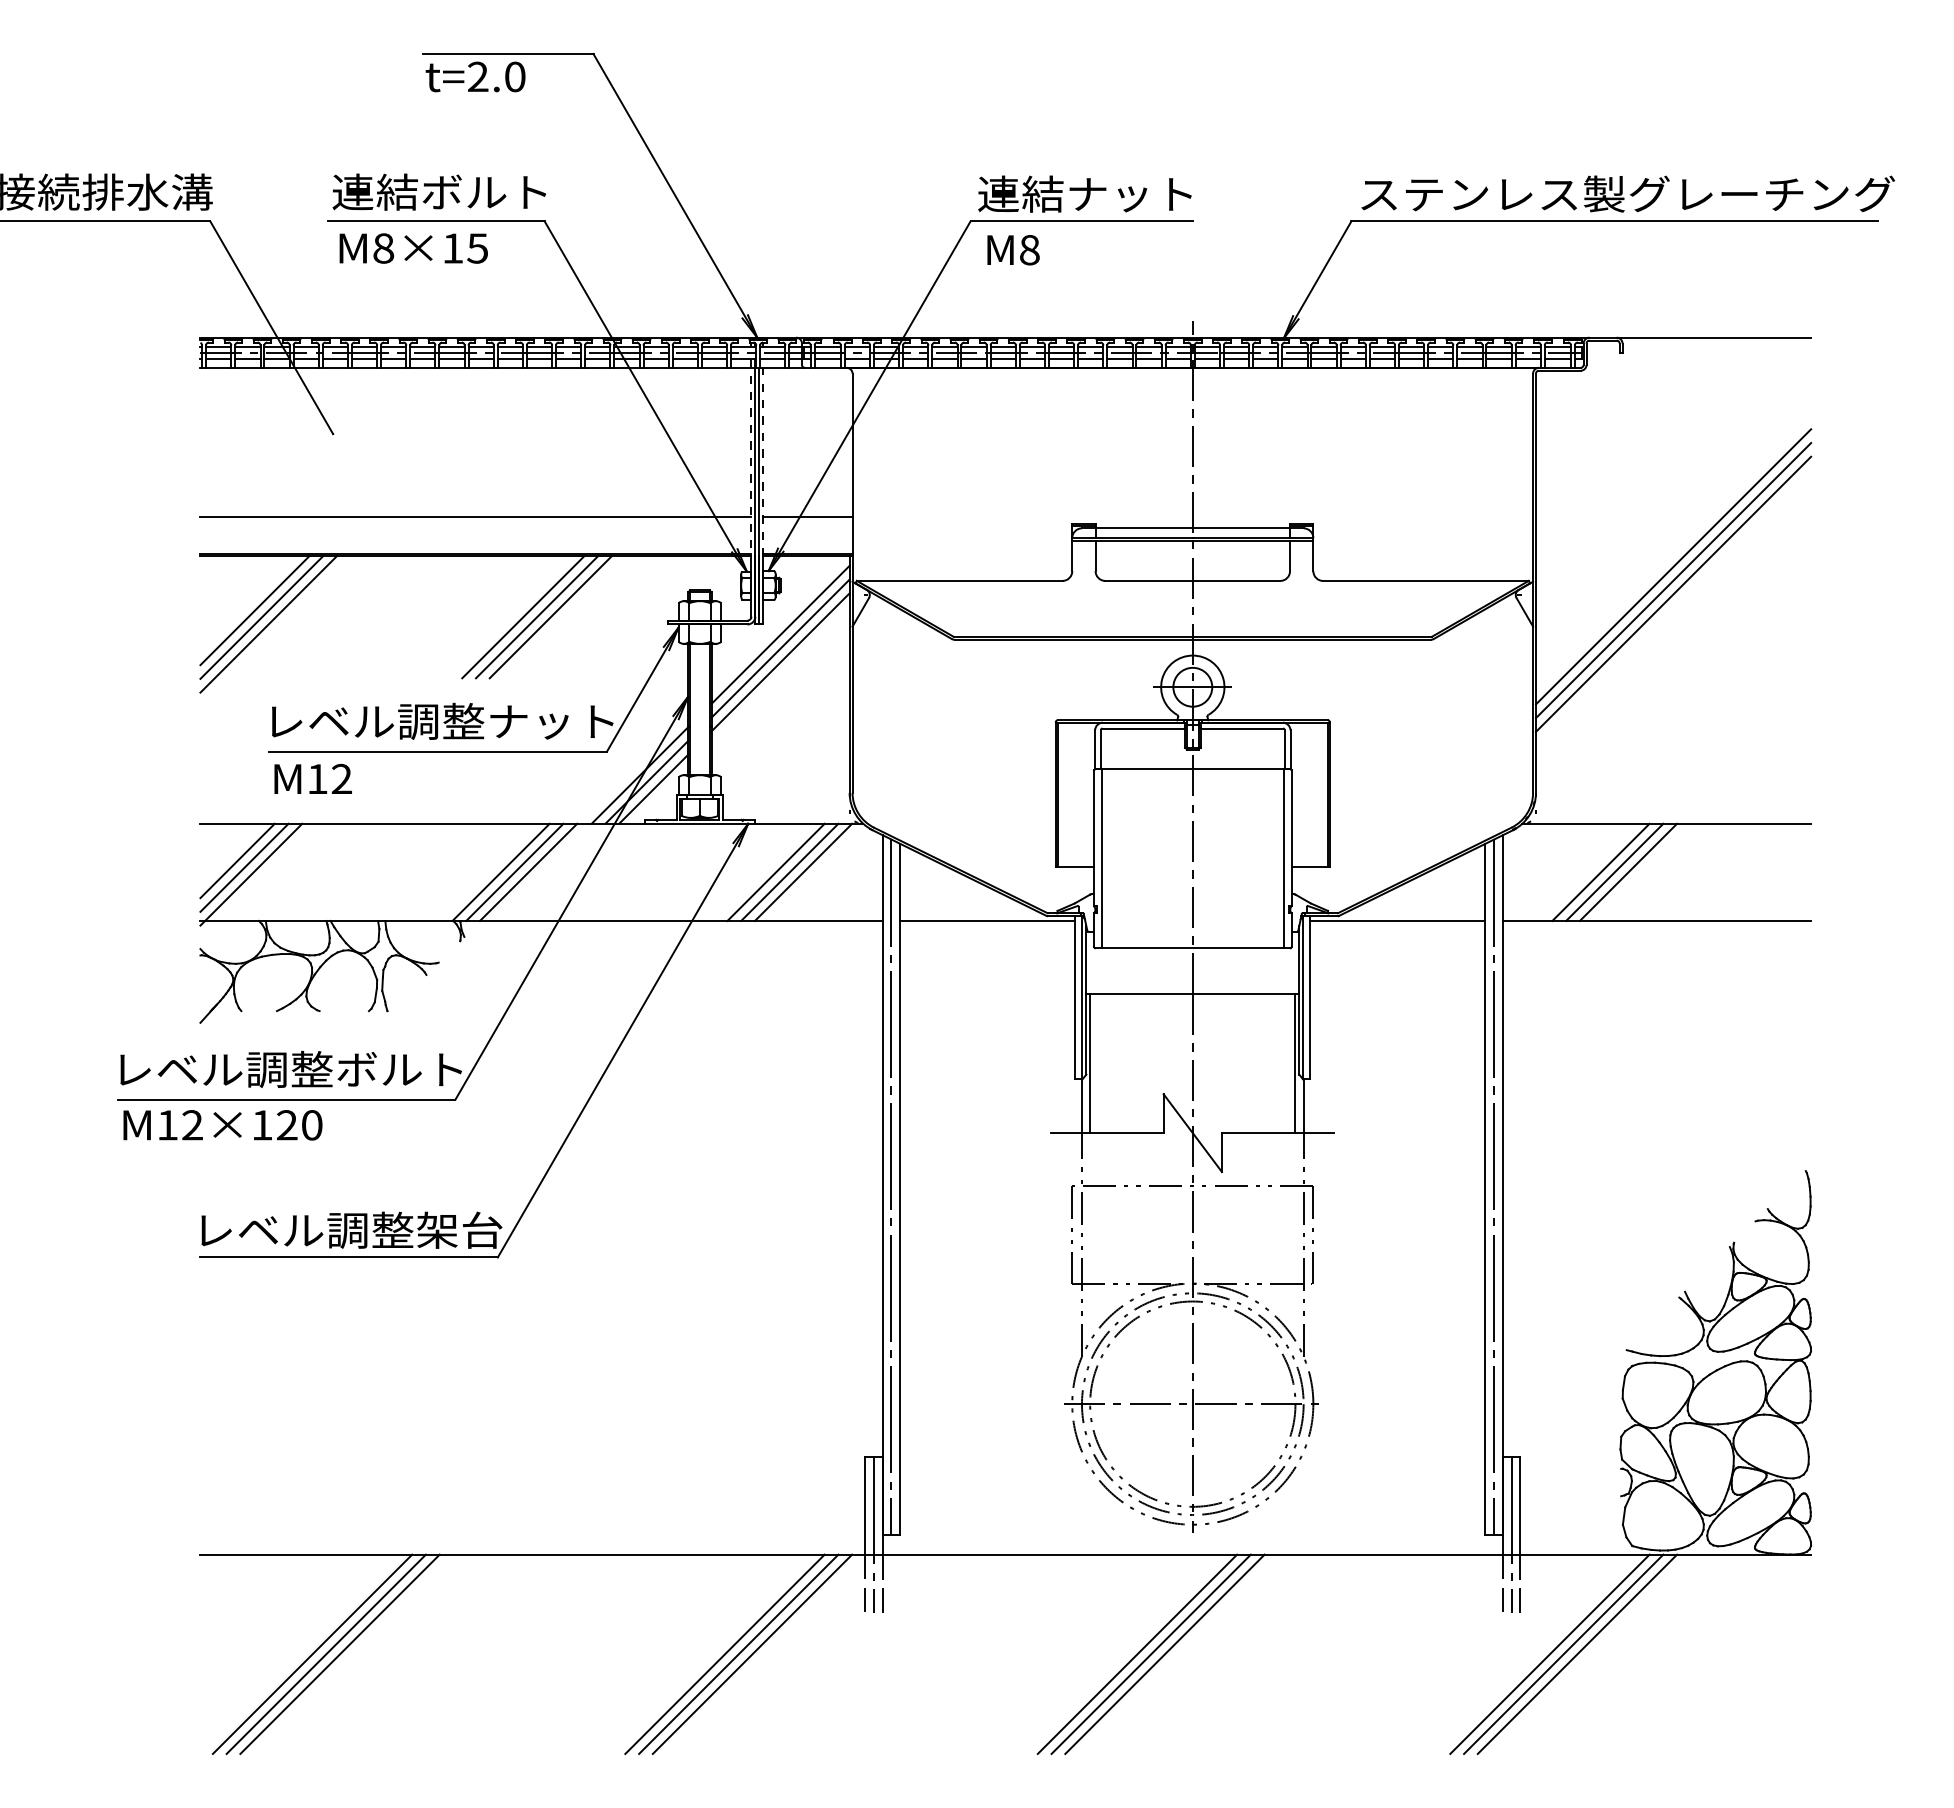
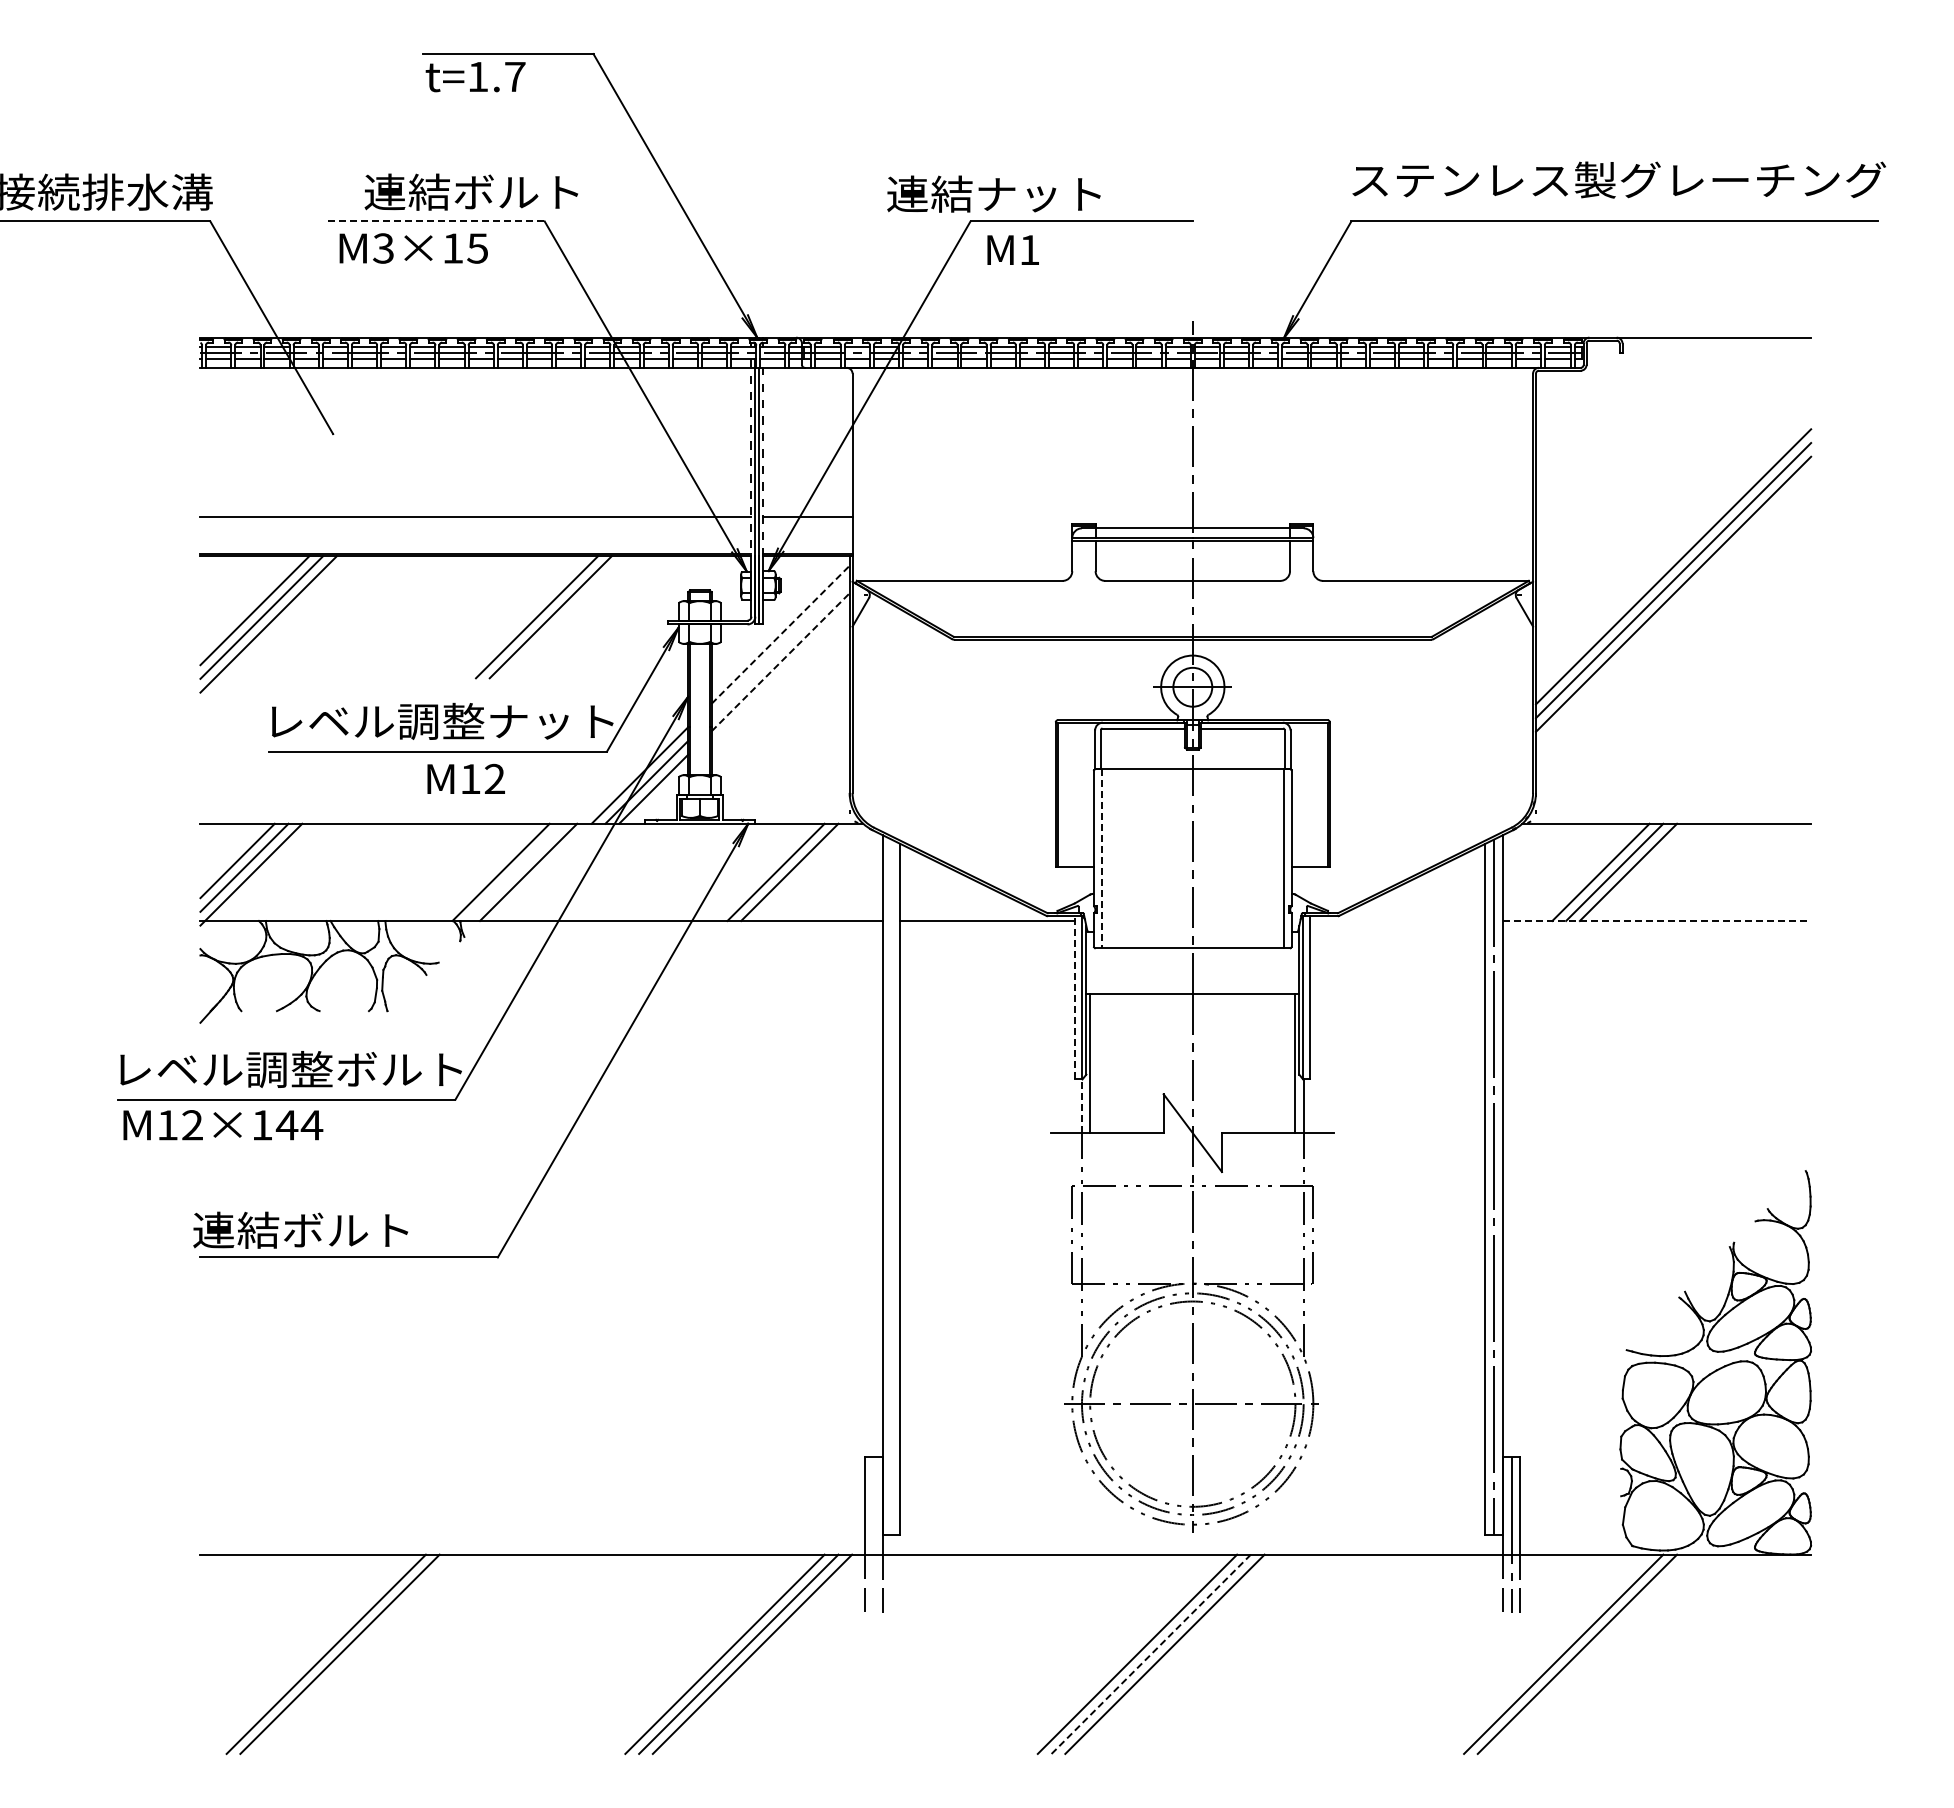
text at (496, 76): t=2.0 -> t=1.7
text at (439, 191) position: (439, 191) -> (471, 191)
text at (1084, 193) position: (1084, 193) -> (993, 193)
text at (1627, 193) position: (1627, 193) -> (1618, 179)
line at (436, 221): solid -> dashed
text at (383, 248): M8×15 -> M3×15
text at (1029, 250): M8 -> M1
line at (523, 617): present -> none
line at (780, 634): solid -> dashed
line at (780, 648): present -> none
line at (780, 662): solid -> dashed
text at (312, 778) position: (312, 778) -> (465, 778)
line at (1101, 859): solid -> dashed
line at (514, 872): present -> none
line at (803, 872): present -> none
line at (1397, 921): present -> none
line at (1657, 921): solid -> dashed
line at (1075, 997): solid -> dashed
line at (1081, 1106): solid -> dashed
text at (299, 1125): M12×120 -> M12×144
line at (891, 1187): present -> none
text at (347, 1229): レベル調整架台 -> 連結ボルト
line at (873, 1535): present -> none
line at (312, 1653): present -> none
line at (1549, 1653): present -> none
line at (1151, 1654): solid -> dashed
